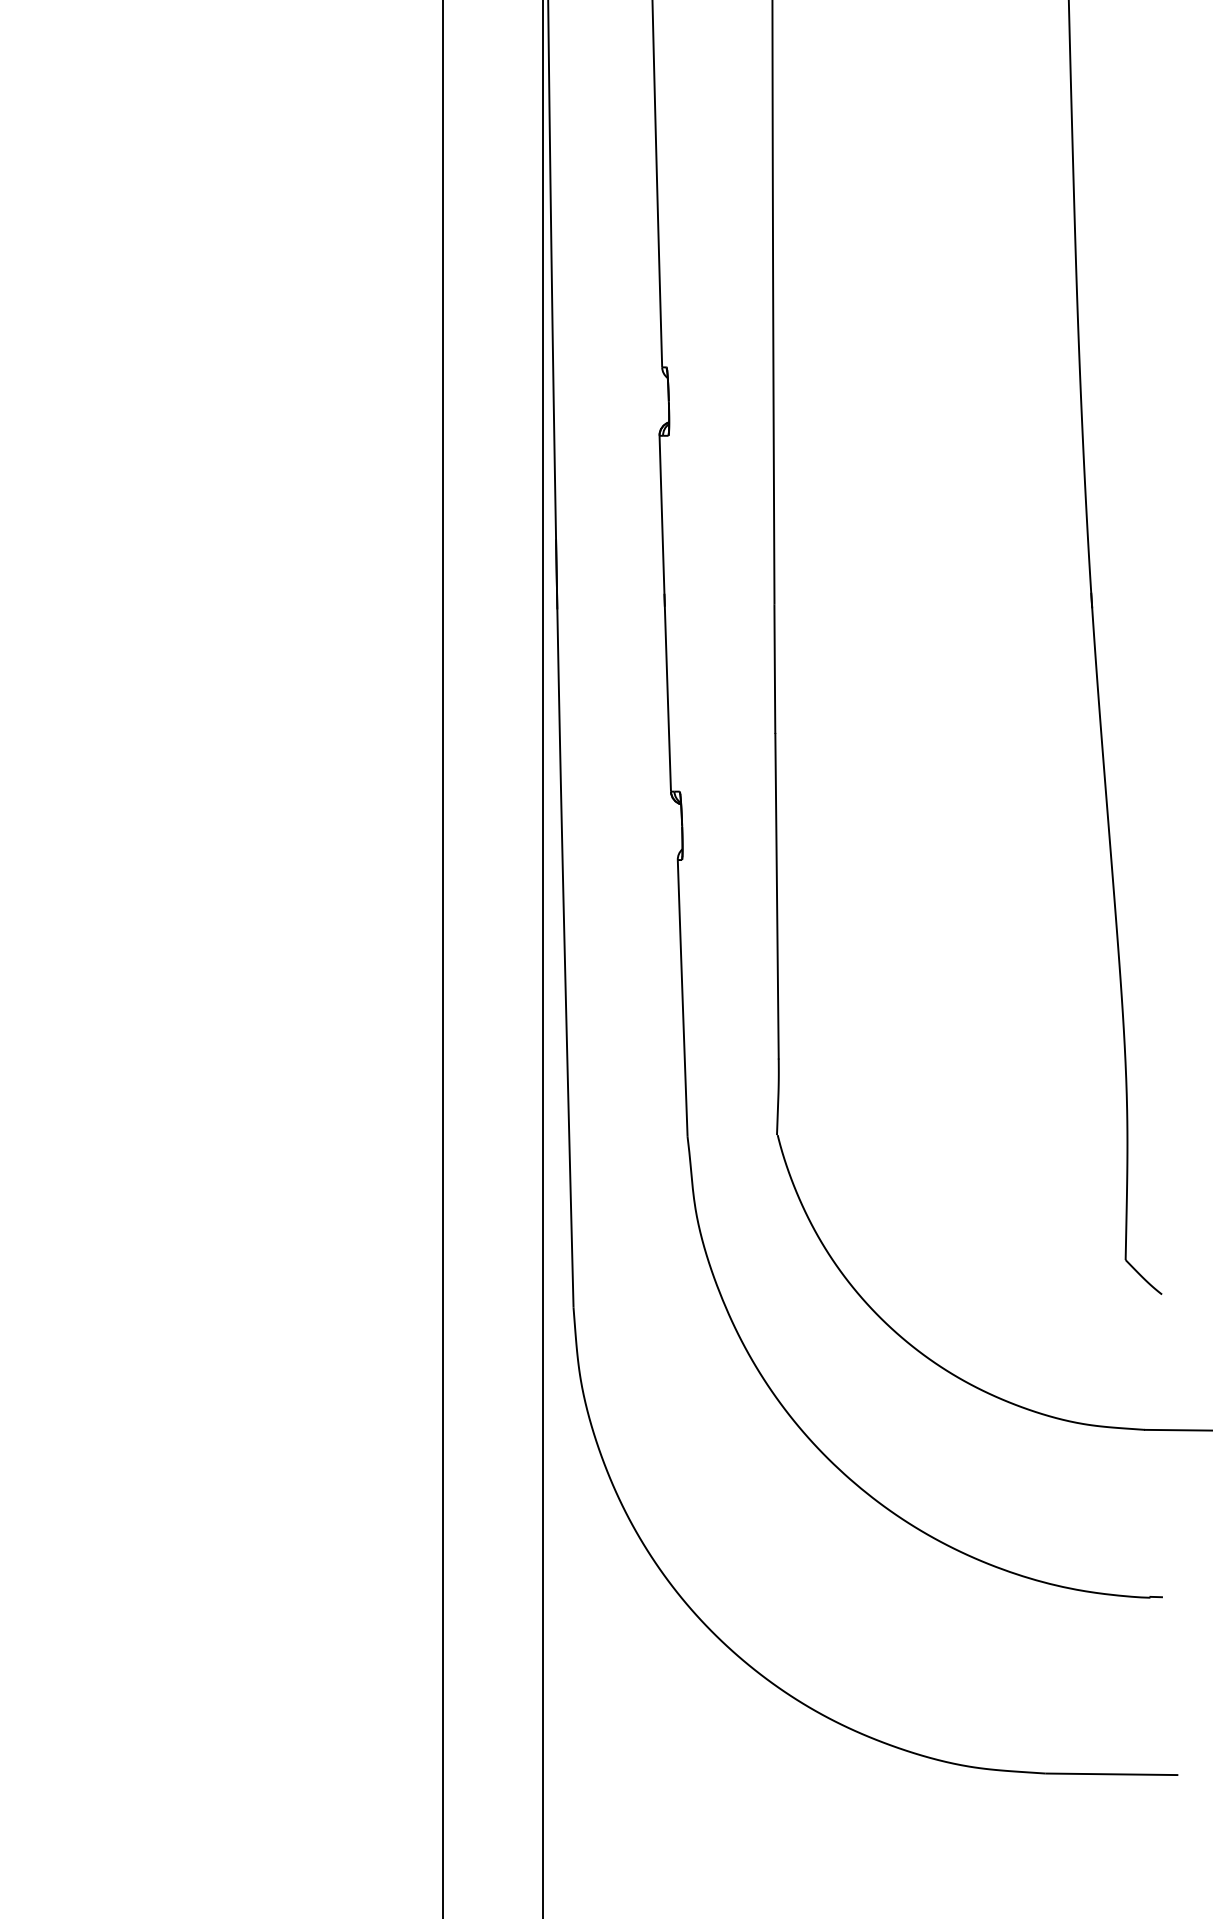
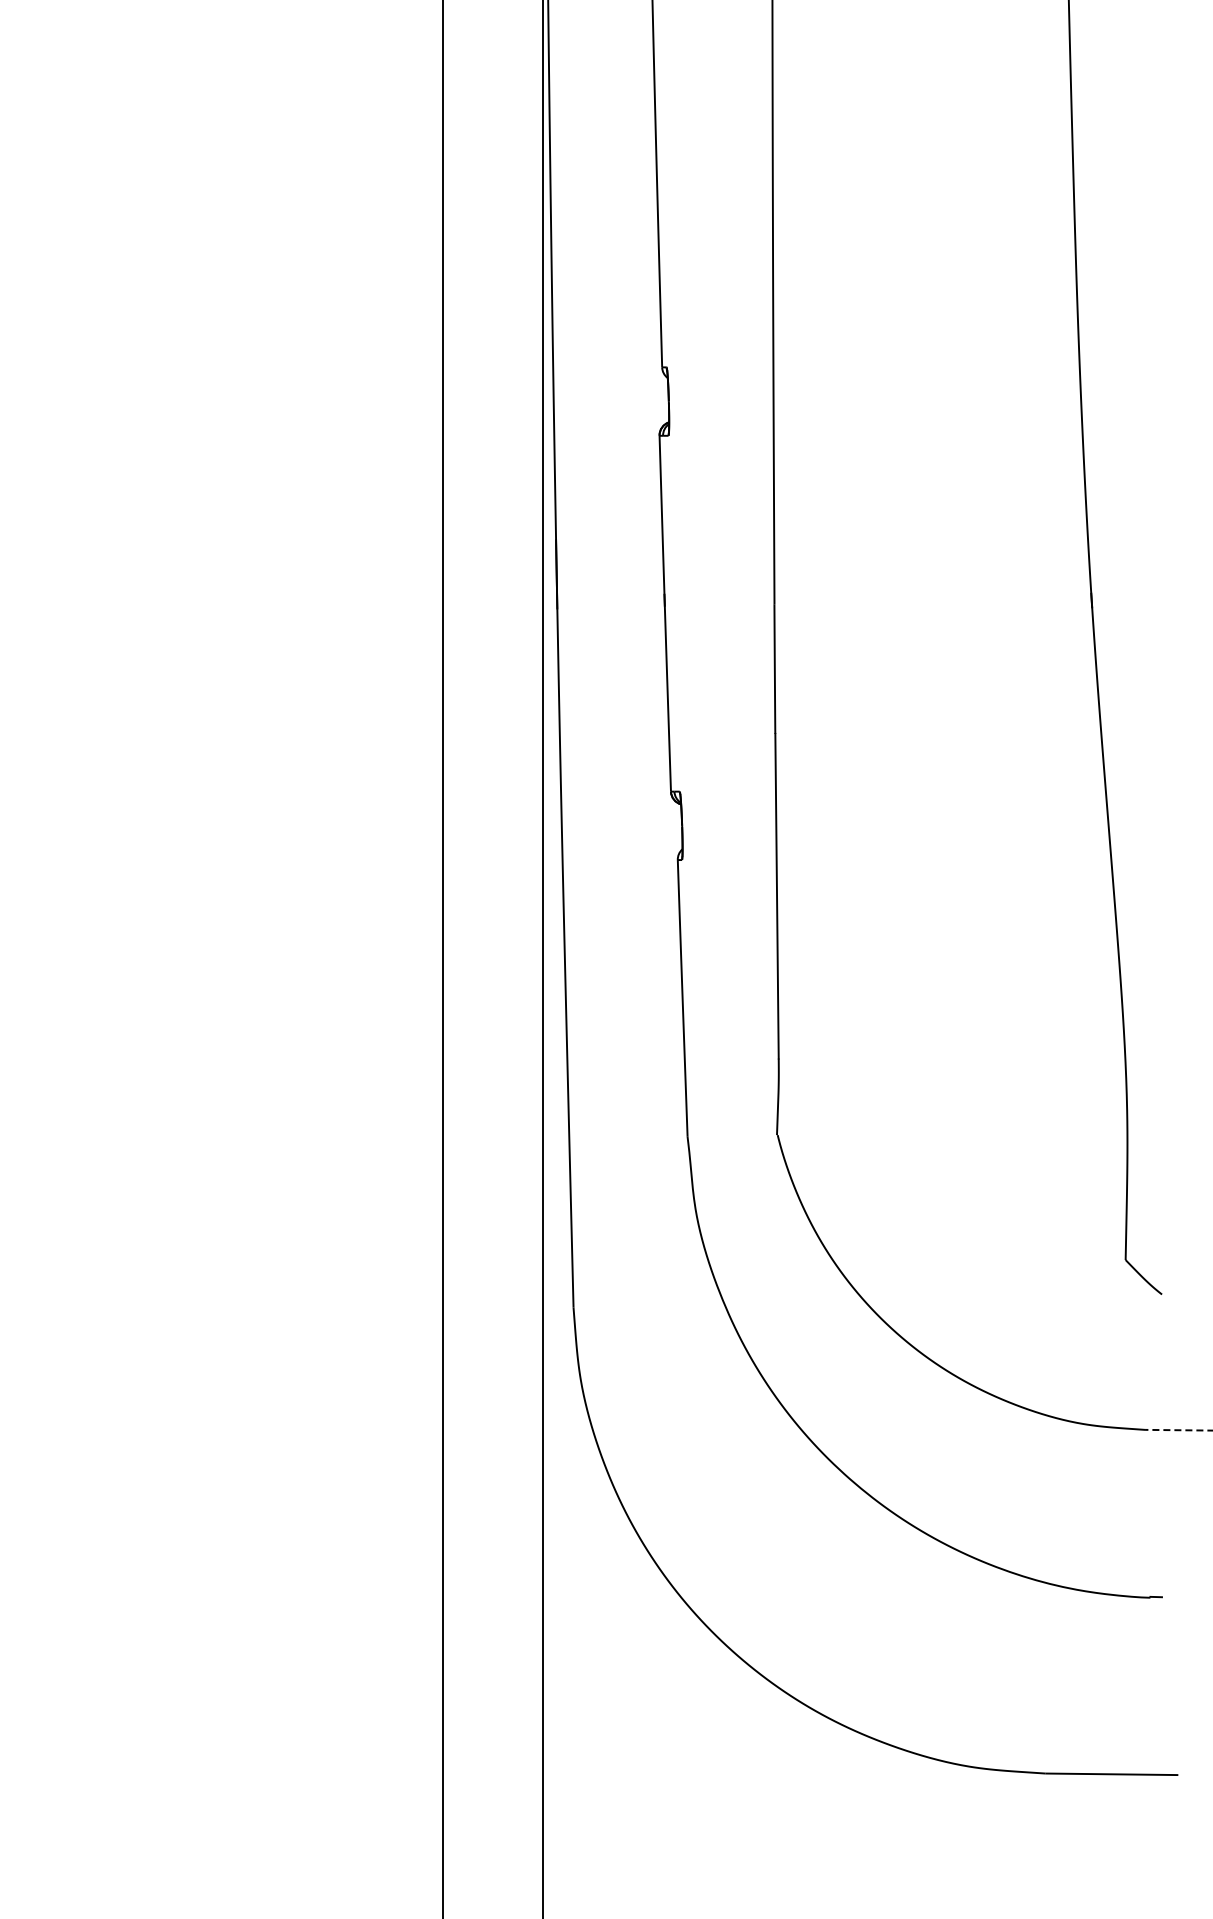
line at (1178, 1430): solid -> dashed
